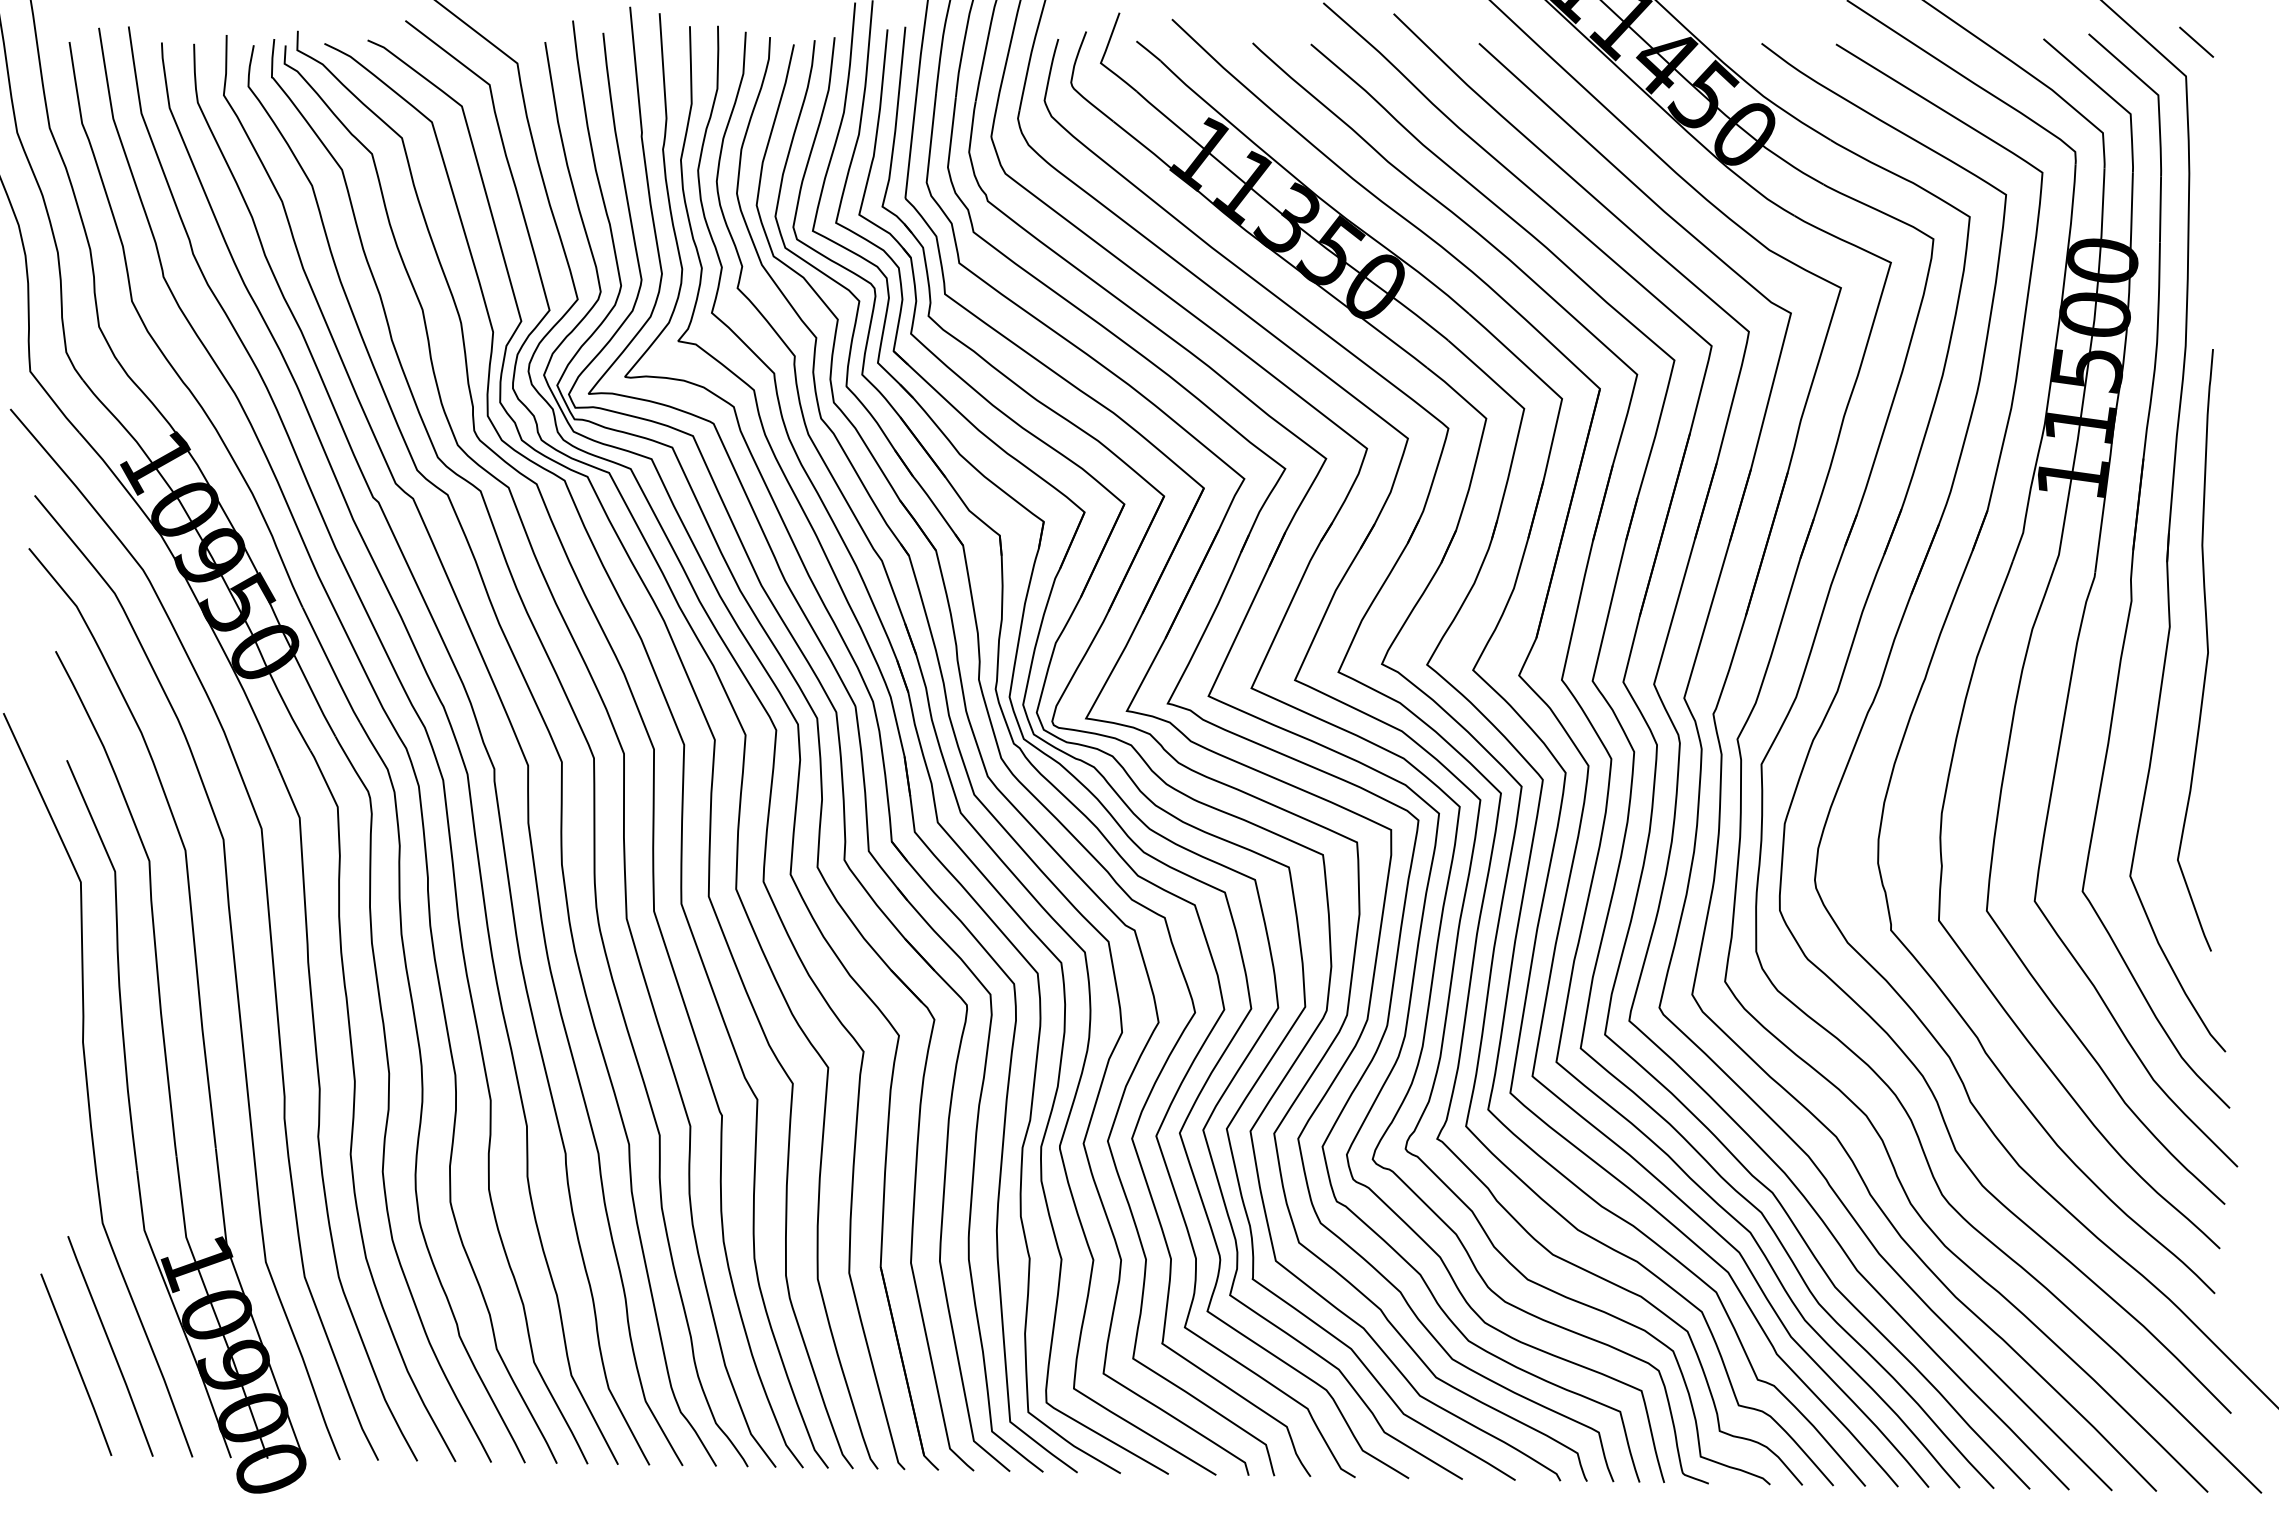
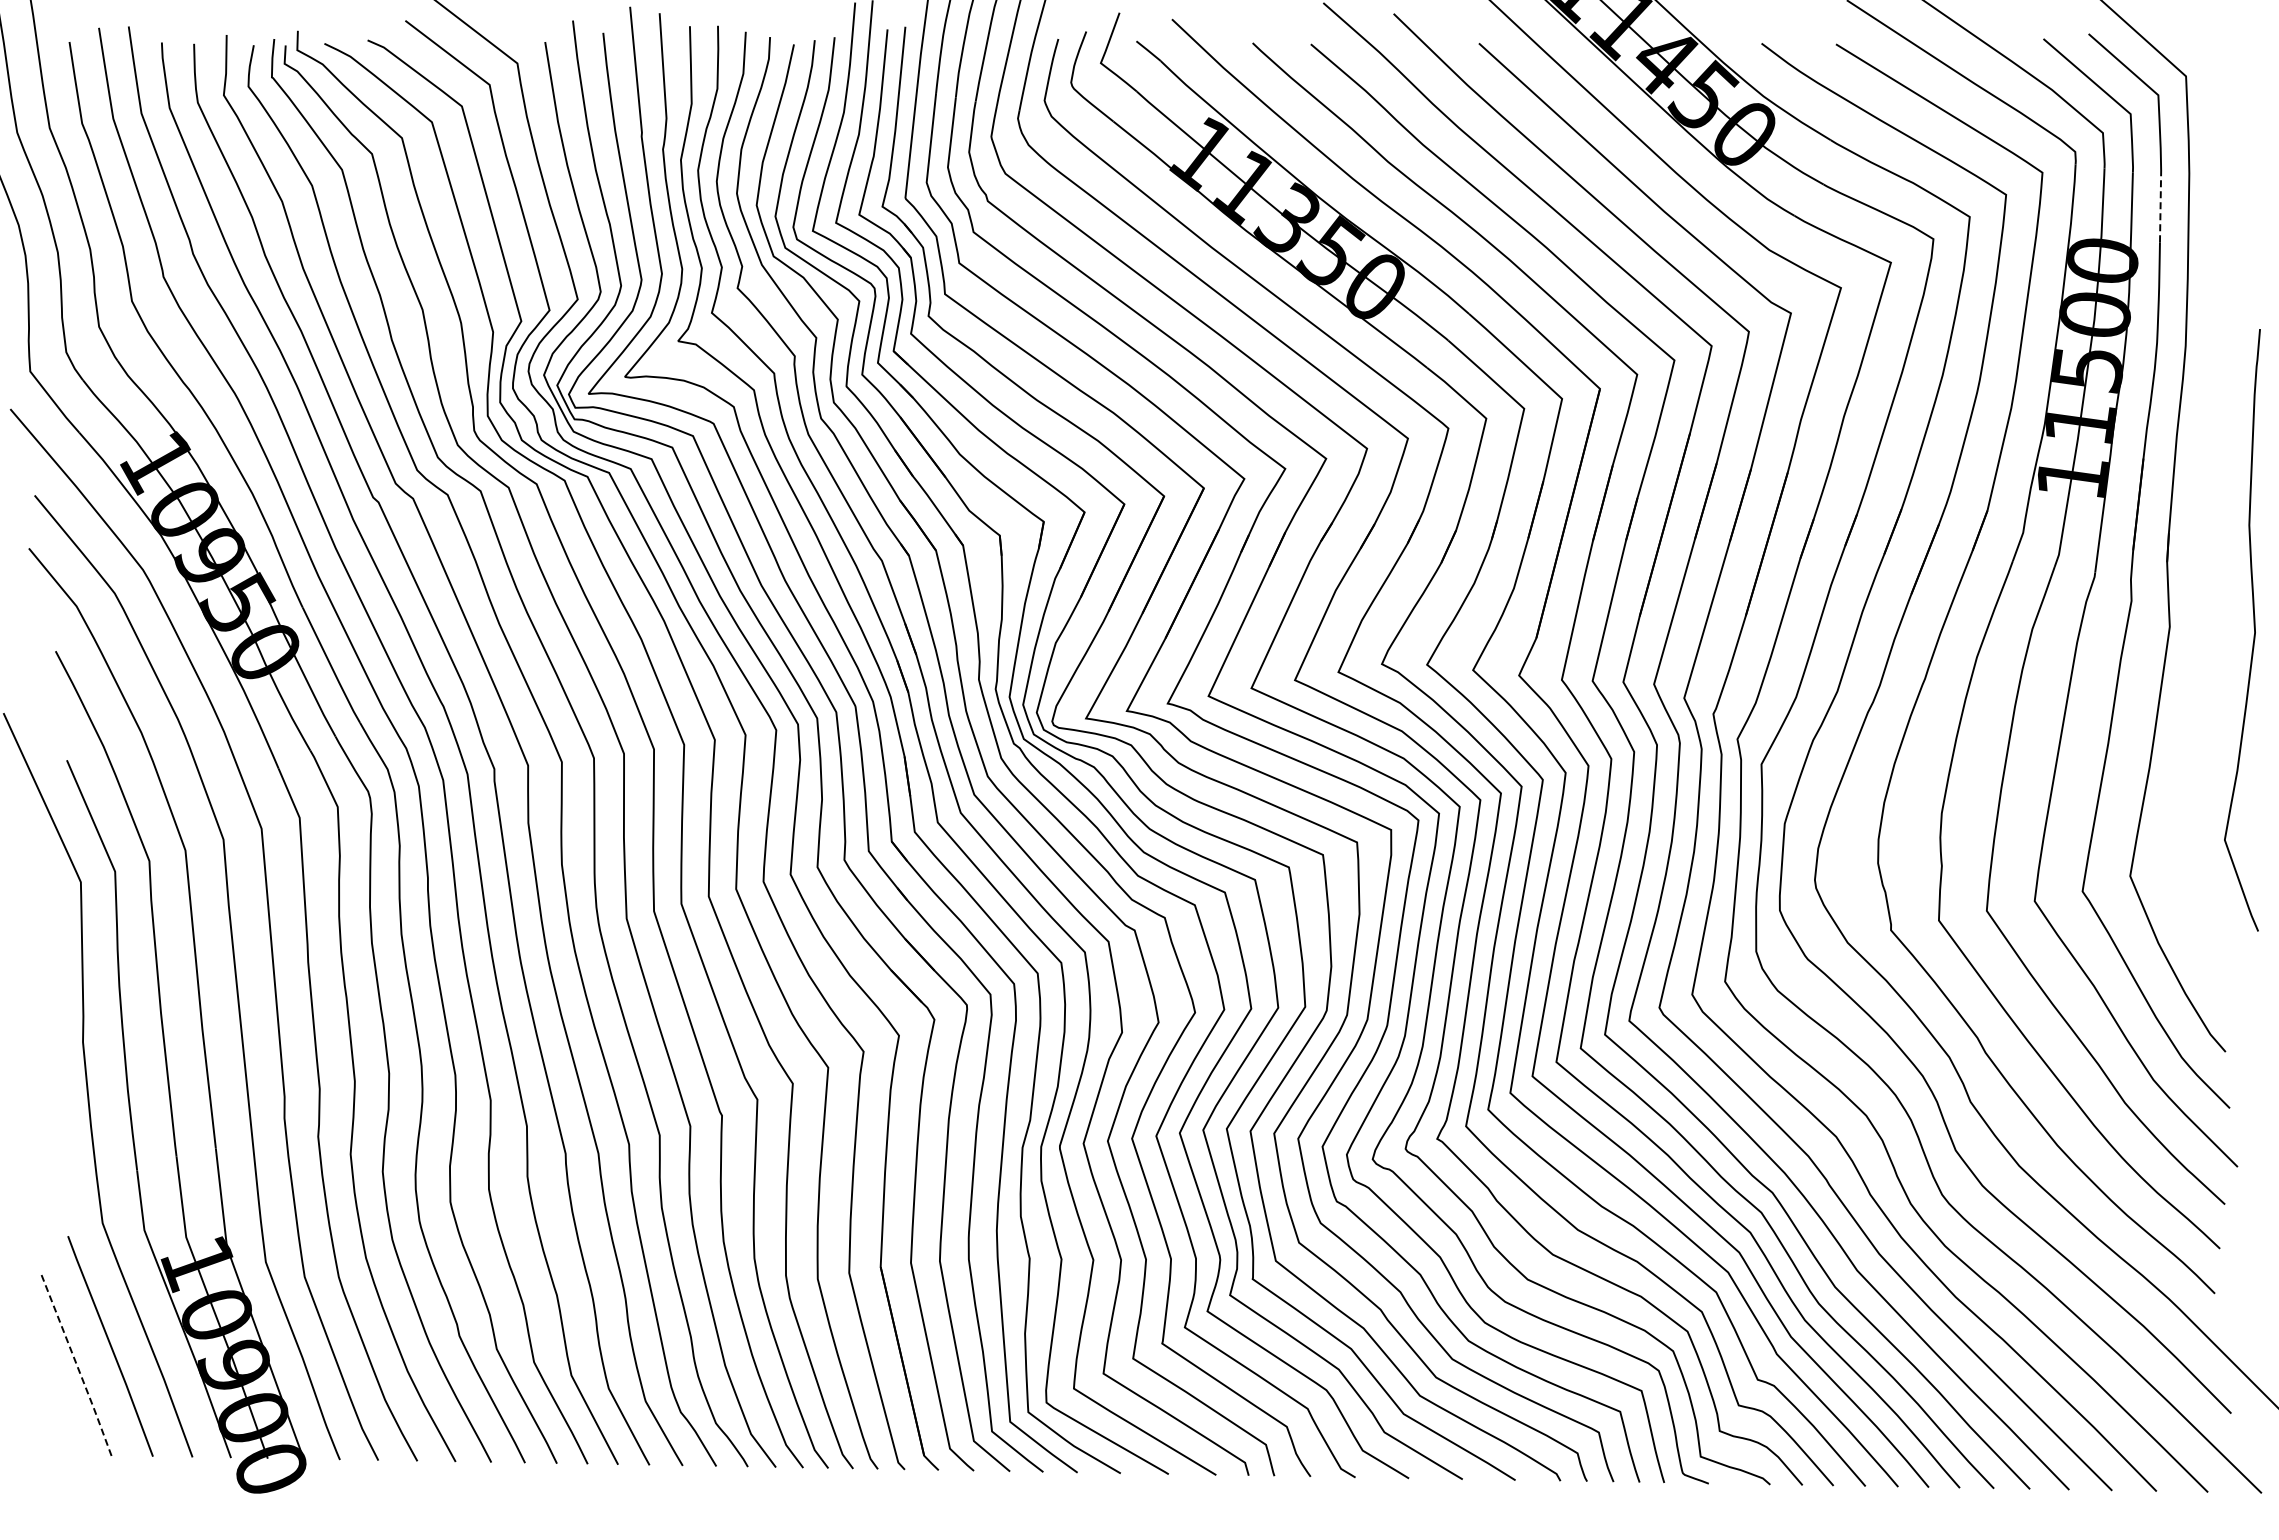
line at (2196, 41): present -> none
line at (2160, 210): solid -> dashed
curve at (2206, 647) position: (2206, 647) -> (2253, 627)
line at (77, 1365): solid -> dashed
